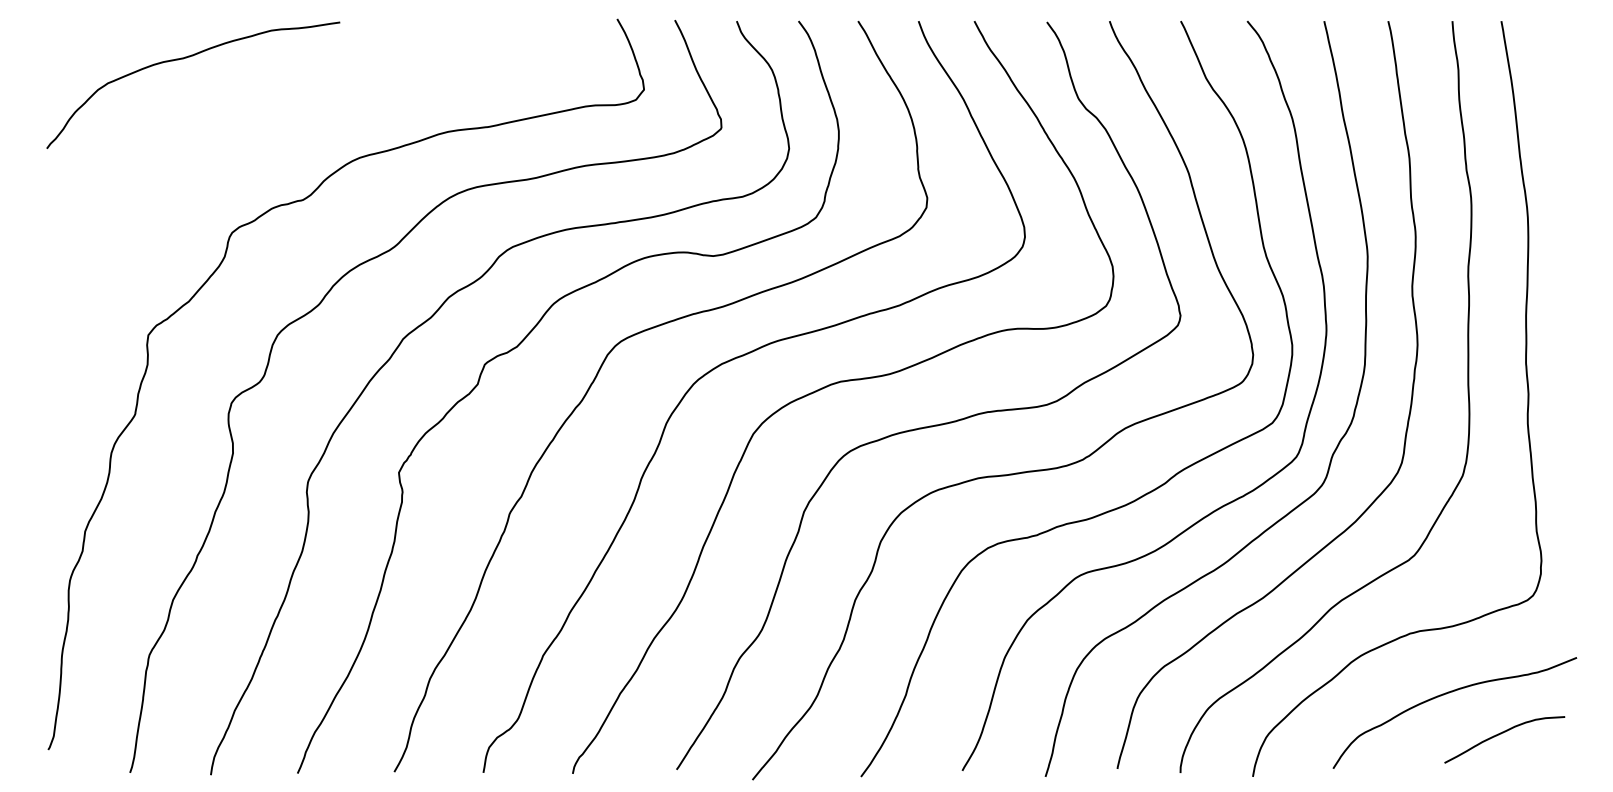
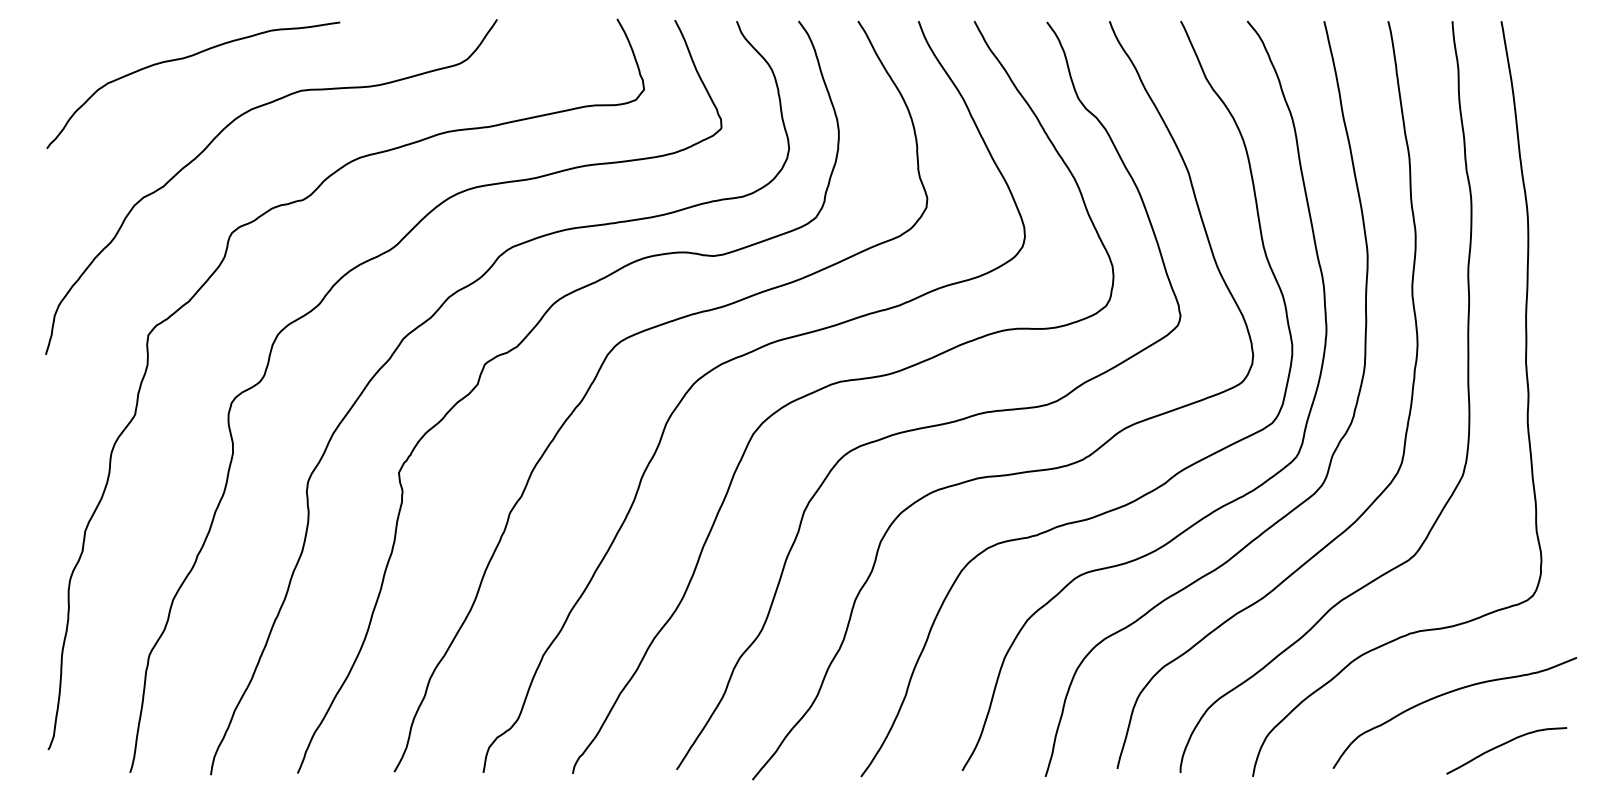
curve at (215, 139): none -> present
curve at (1501, 734) position: (1501, 734) -> (1503, 745)
